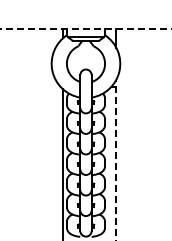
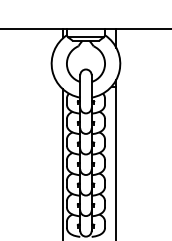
line at (86, 29): dashed -> solid
line at (116, 159): dashed -> solid
